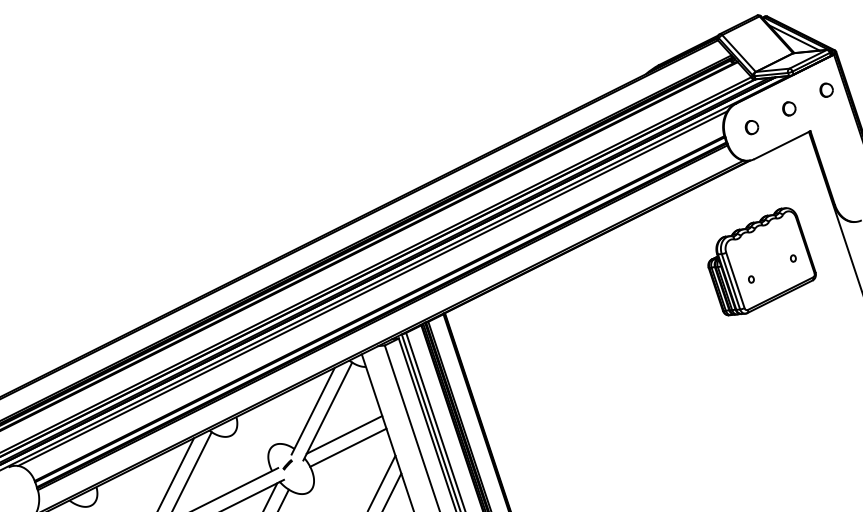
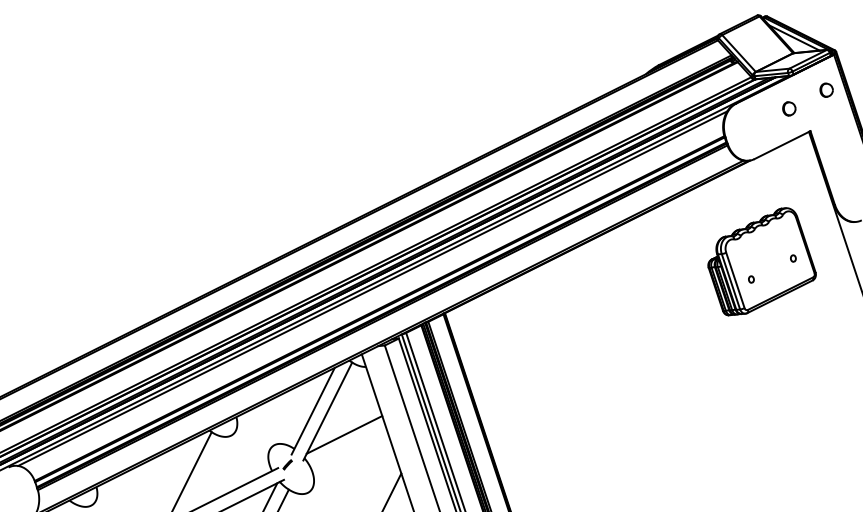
part at (751, 127): present -> none
line at (348, 447): present -> none
line at (175, 473): present -> none
line at (382, 481): present -> none
